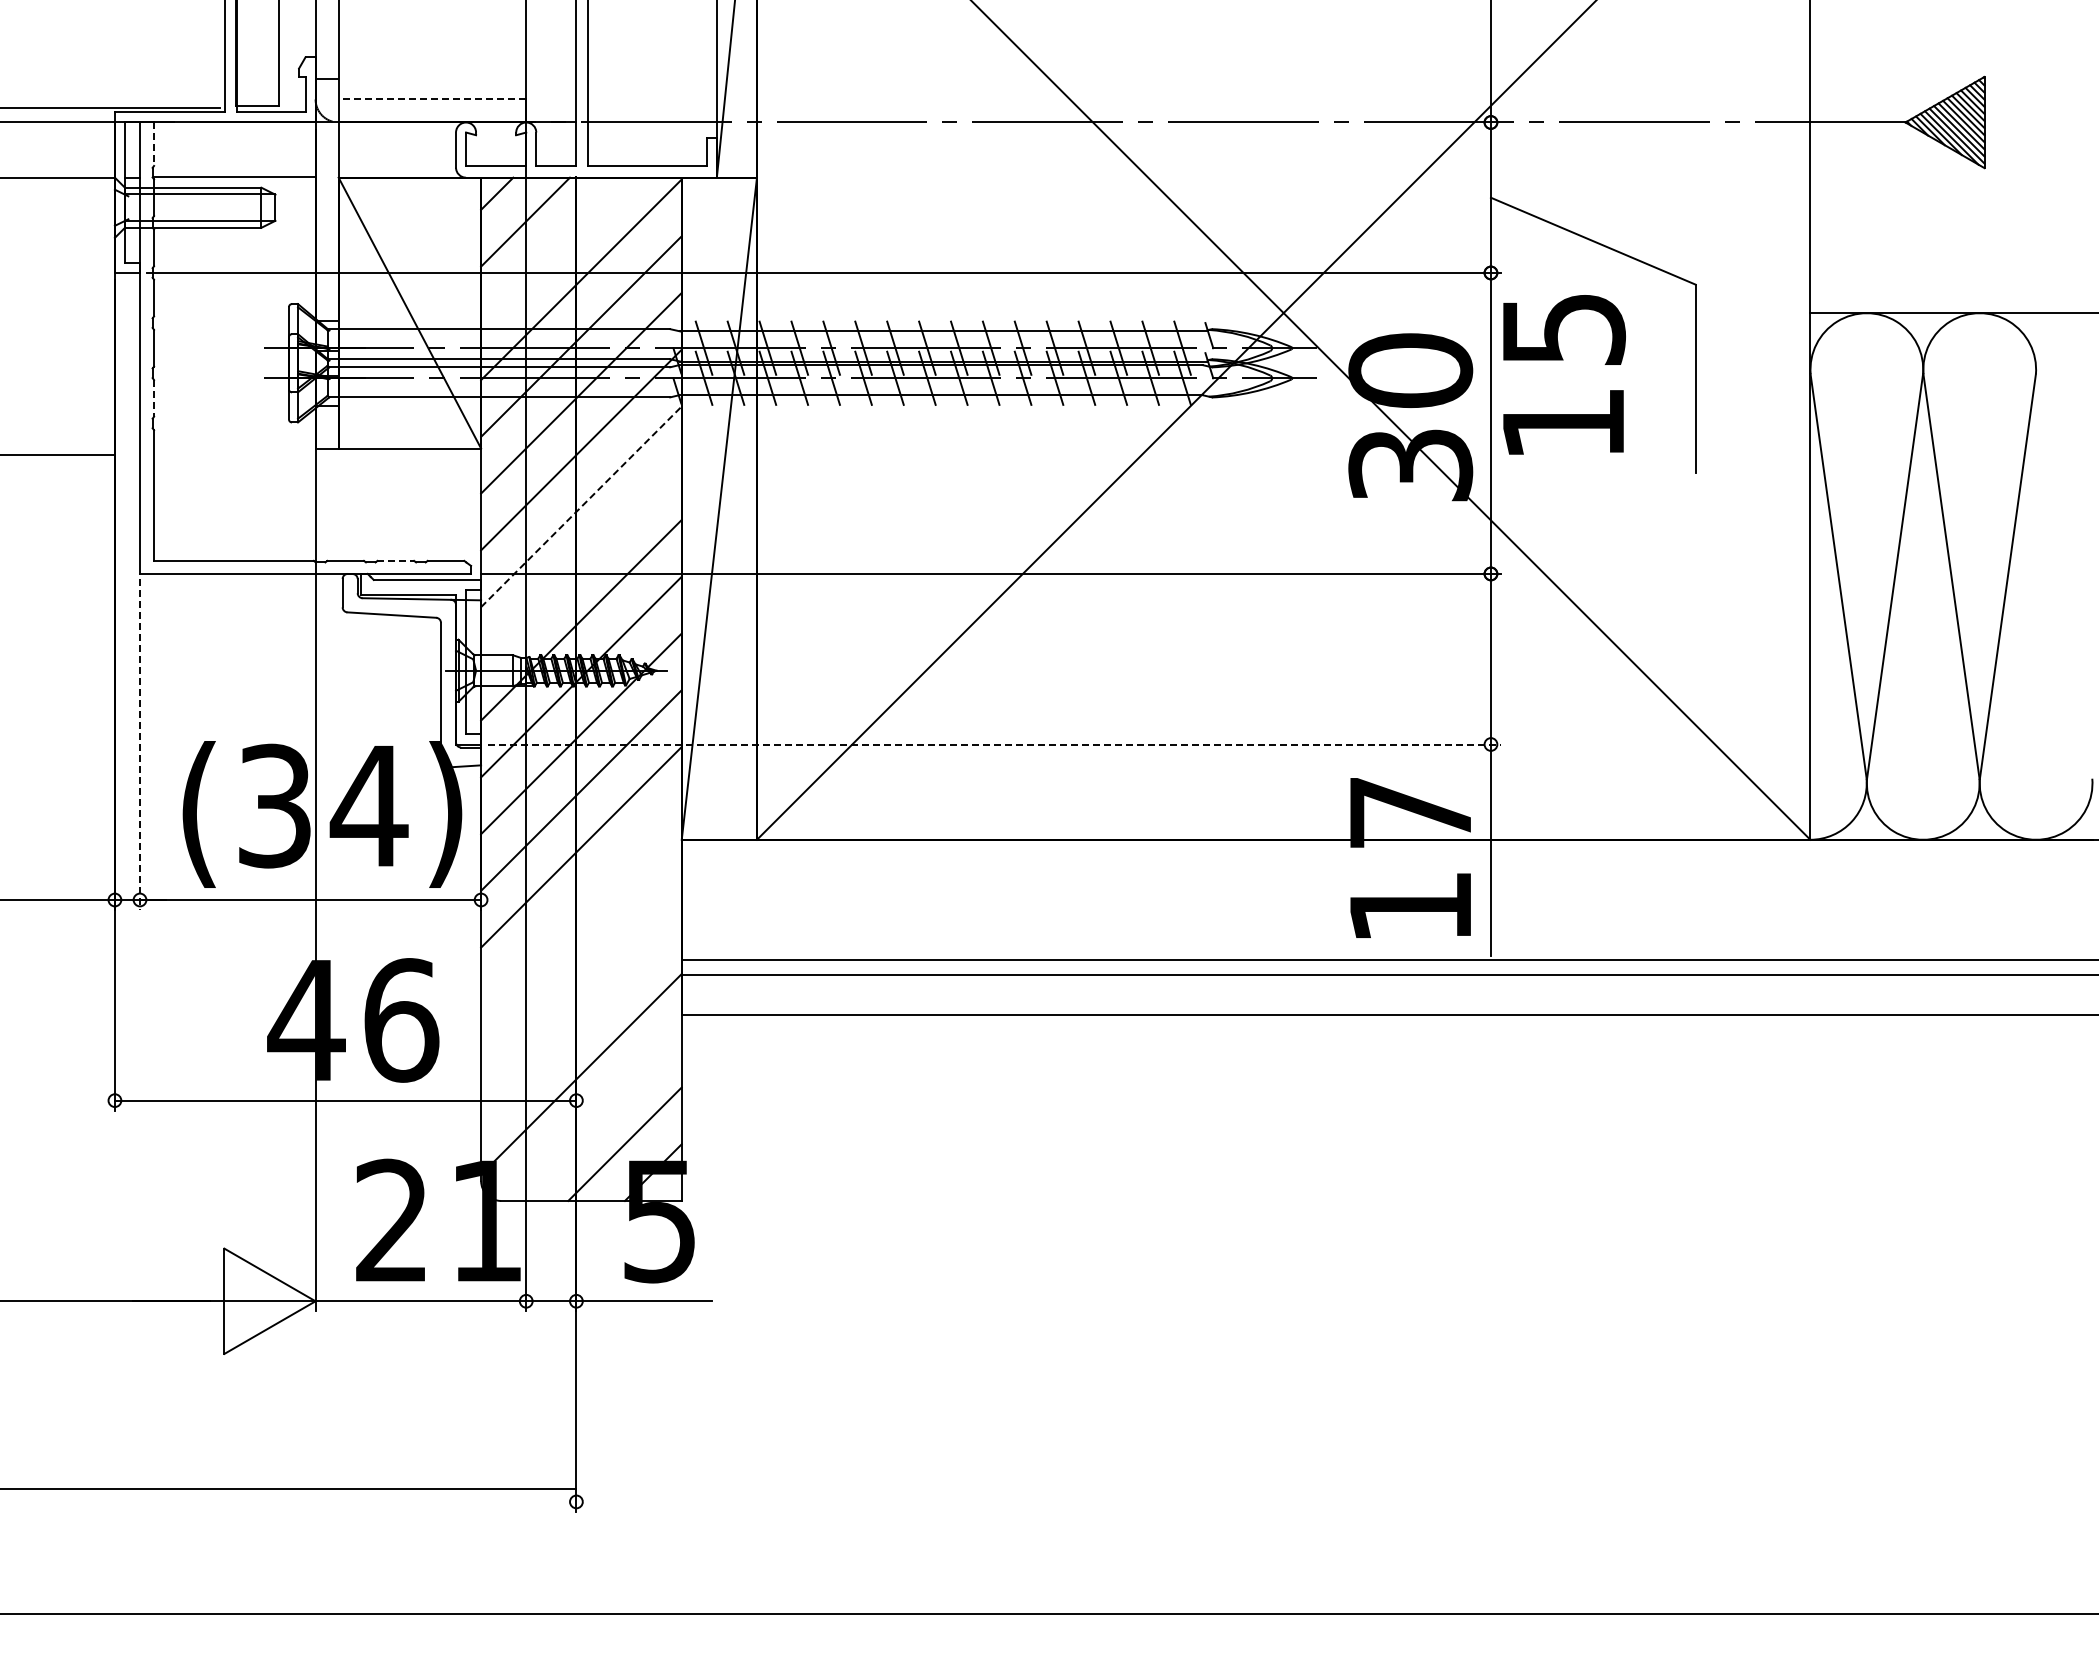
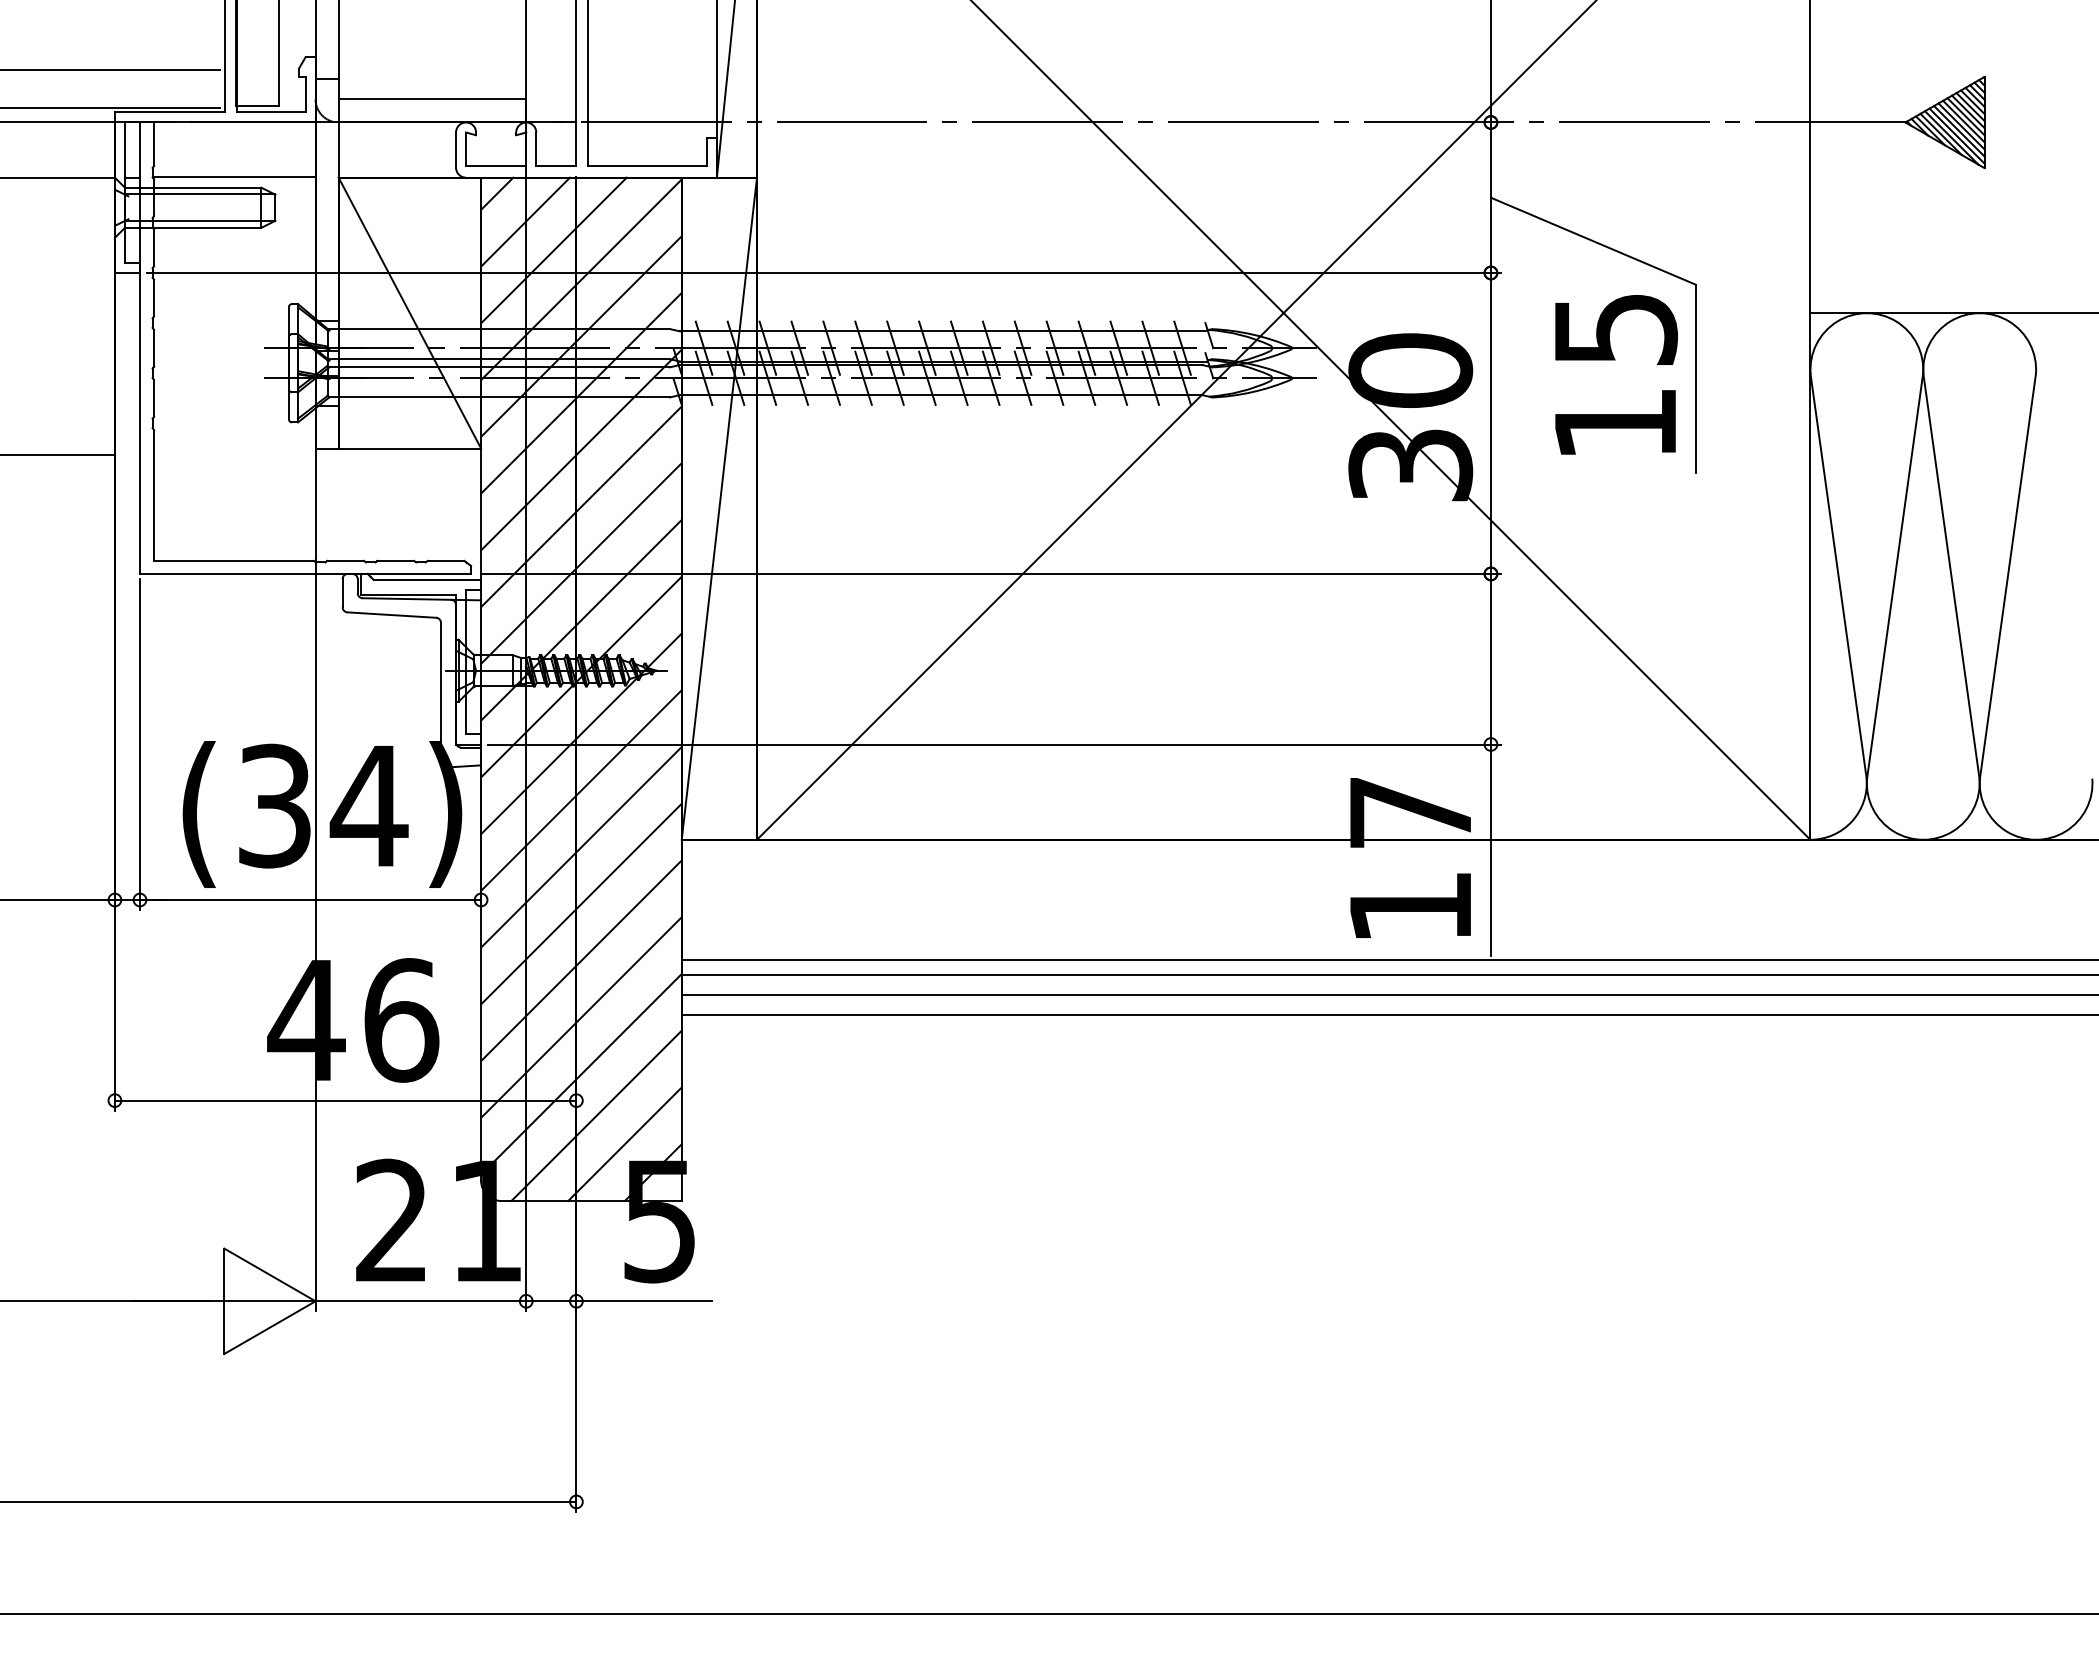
line at (111, 70): none -> present
line at (432, 99): dashed -> solid
line at (154, 144): dashed -> solid
line at (553, 250): none -> present
text at (1564, 374) position: (1564, 374) -> (1616, 374)
line at (154, 398): dashed -> solid
line at (581, 506): dashed -> solid
line at (396, 560): dashed -> solid
line at (581, 563): none -> present
line at (140, 744): dashed -> solid
line at (995, 744): dashed -> solid
line at (581, 903): none -> present
line at (581, 960): none -> present
line at (1388, 995): none -> present
line at (581, 1017): none -> present
line at (596, 1115): none -> present
line at (289, 1488) position: (289, 1488) -> (289, 1501)
